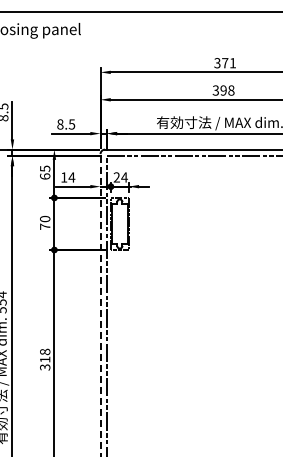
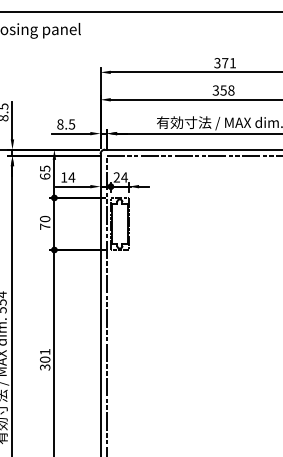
text at (223, 90): 398 -> 358
line at (100, 305): dashed -> solid
text at (45, 355): 318 -> 301
